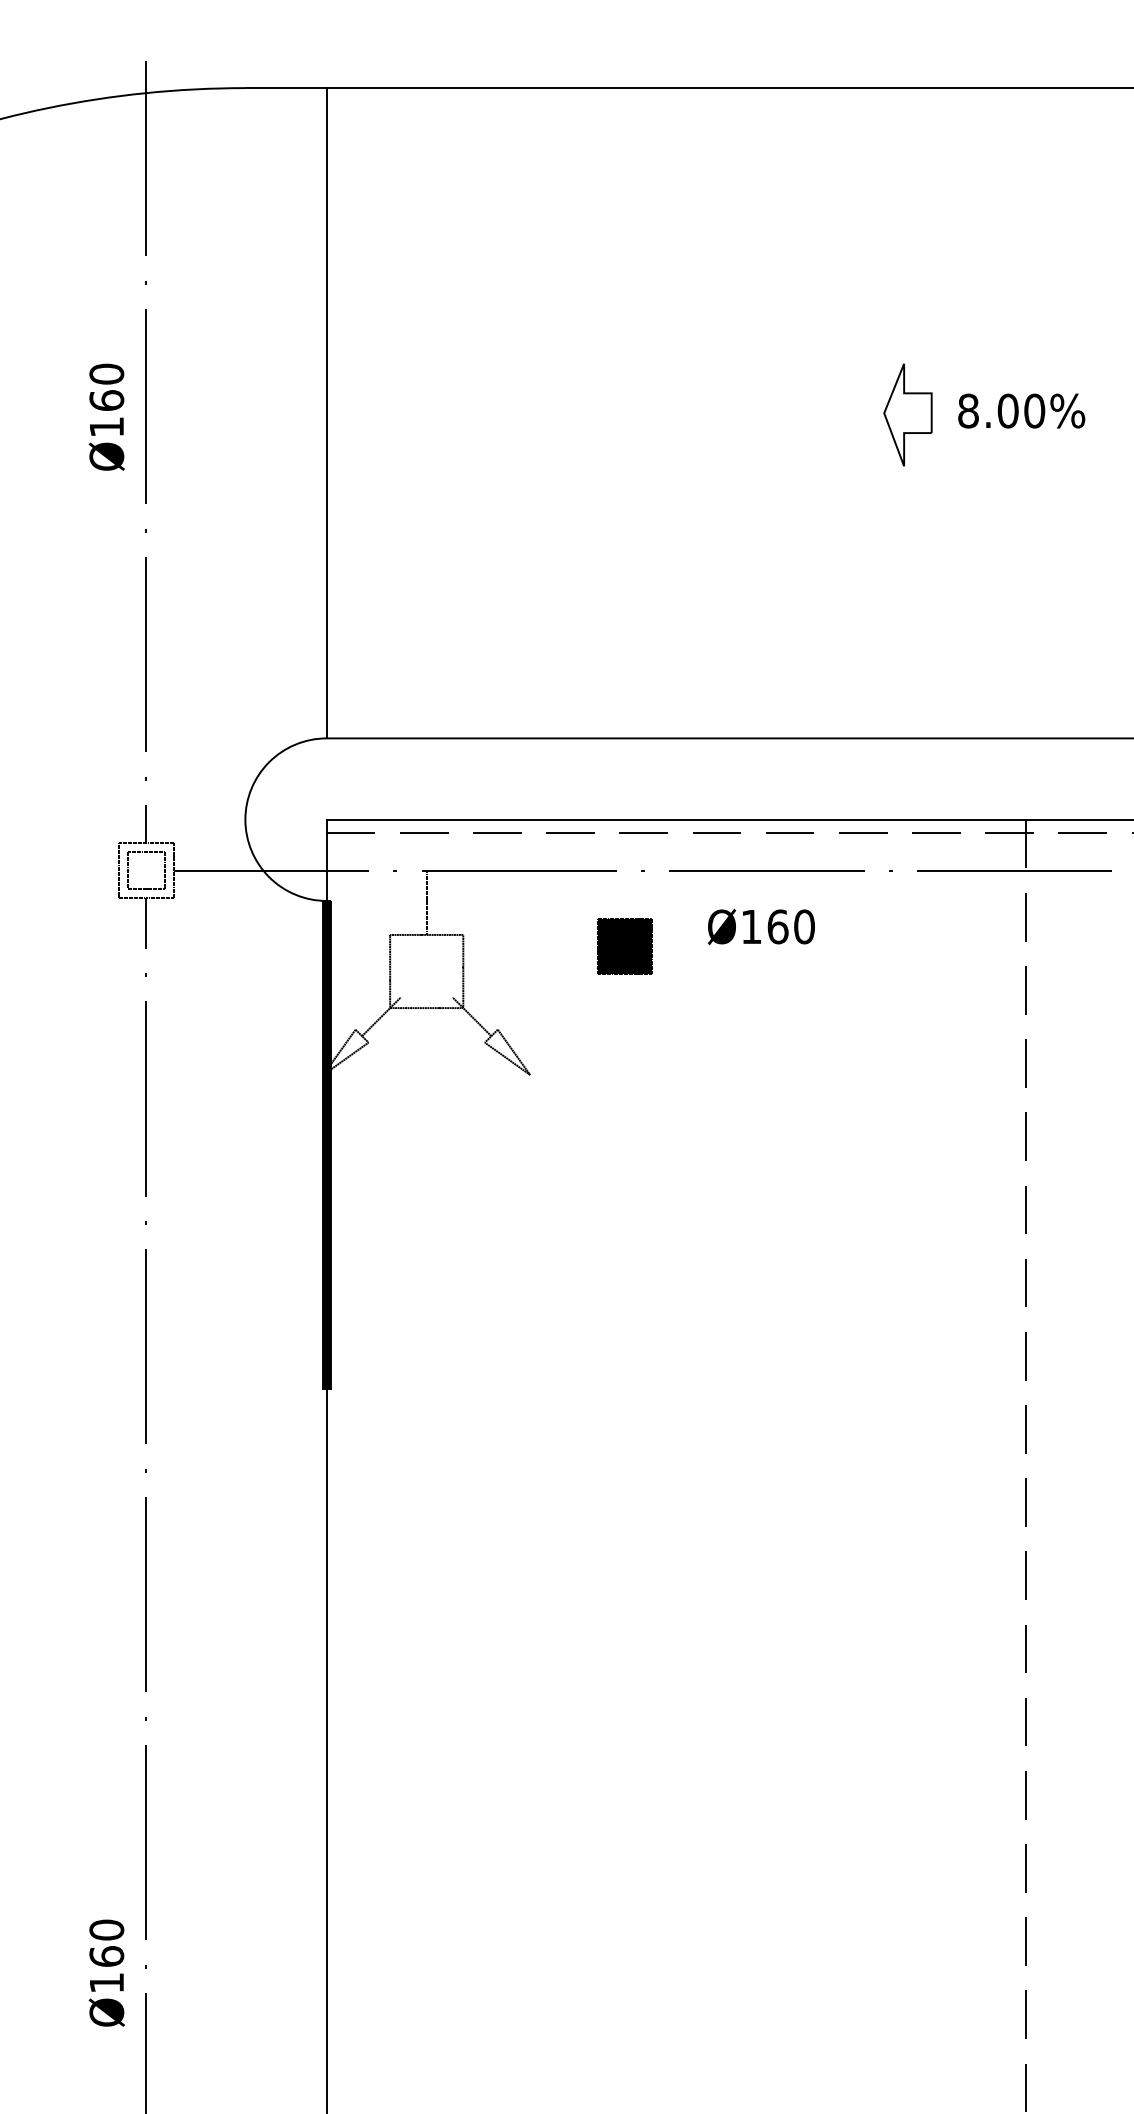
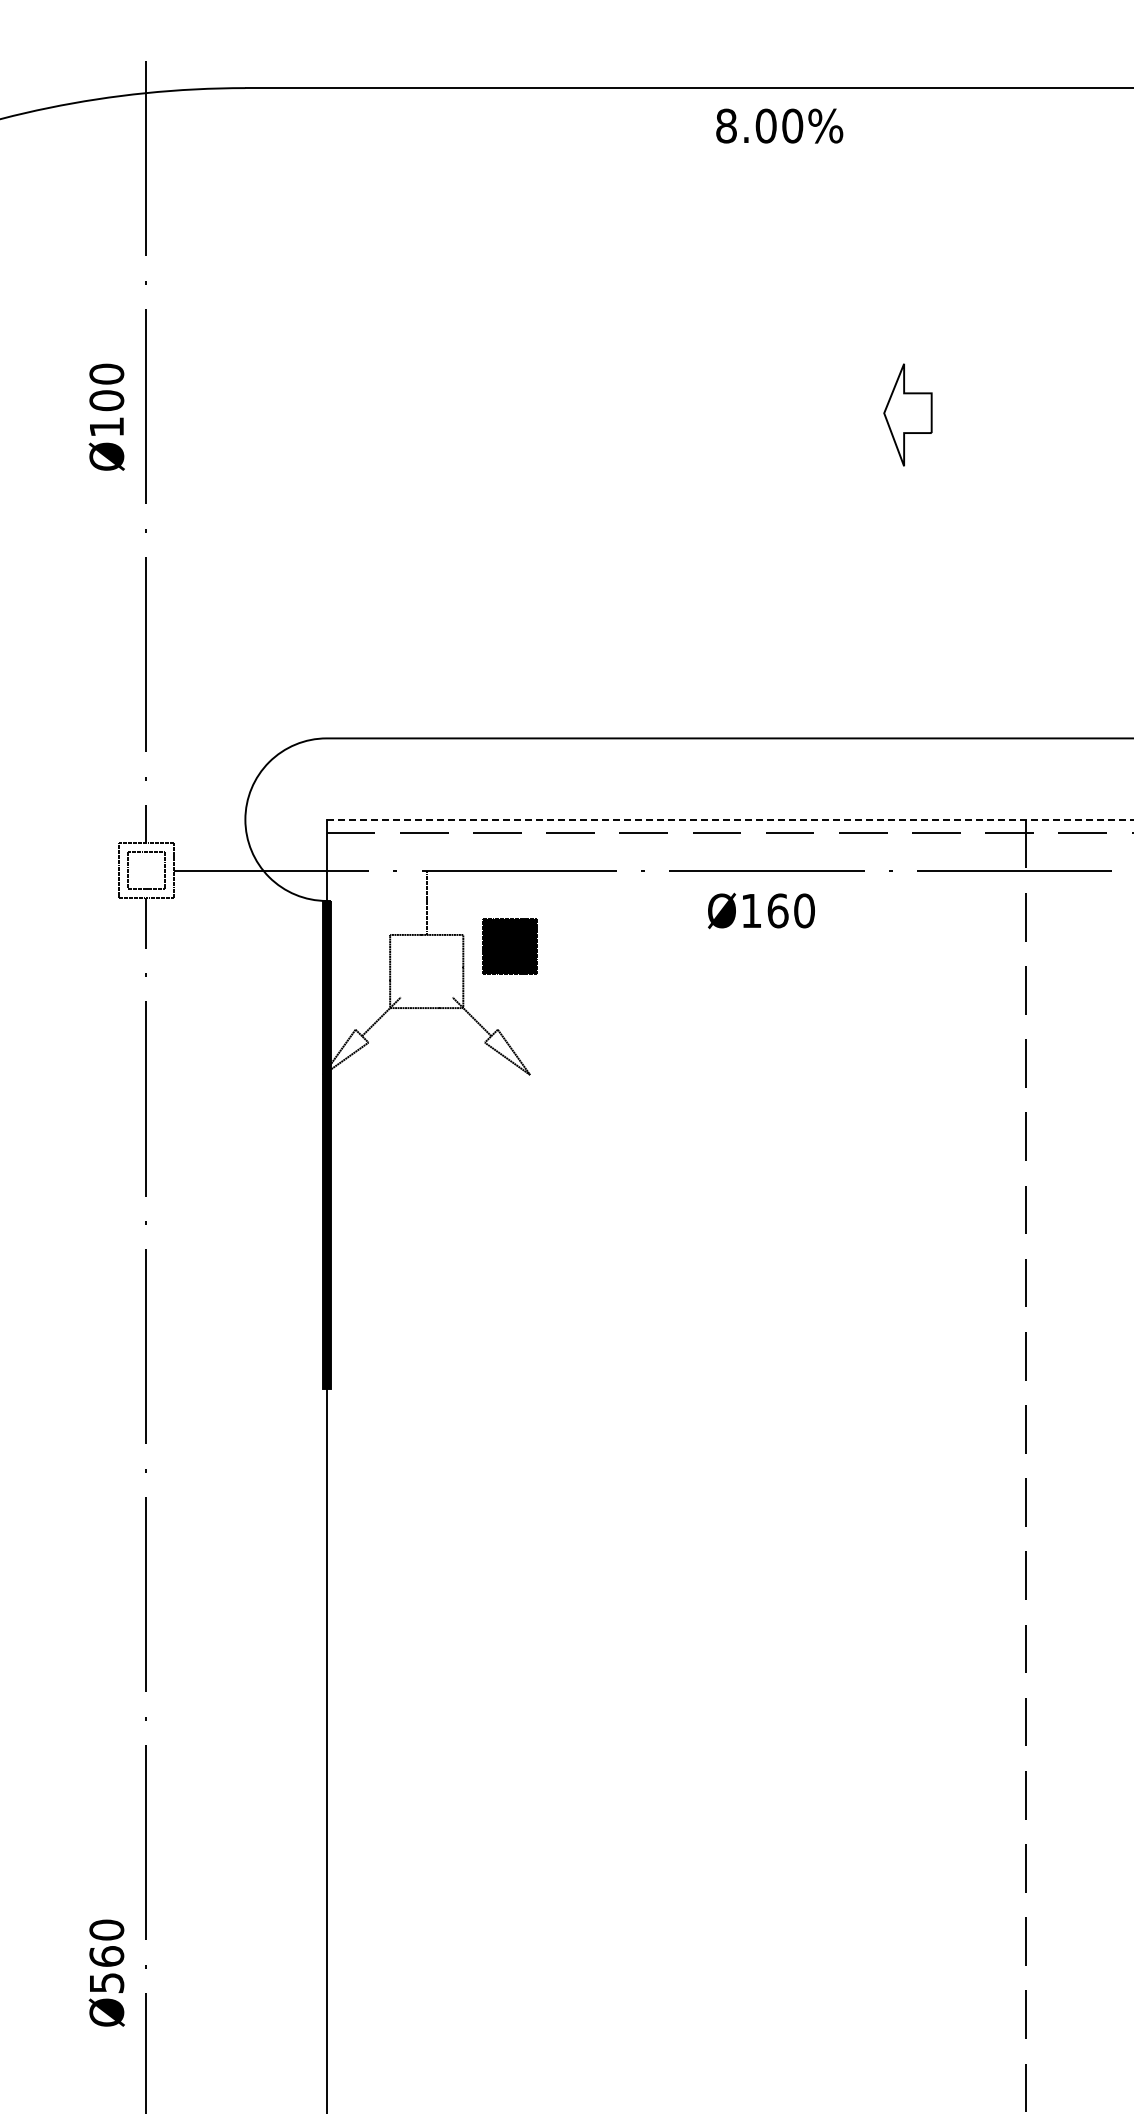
text at (106, 400): Ø160 -> Ø100
text at (1021, 410) position: (1021, 410) -> (779, 125)
line at (326, 413): present -> none
line at (730, 819): solid -> dashed
text at (761, 926) position: (761, 926) -> (761, 910)
part at (624, 946) position: (624, 946) -> (509, 946)
text at (107, 1983): Ø160 -> Ø560
